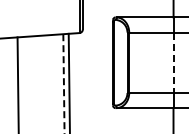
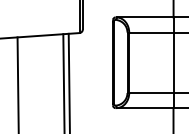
line at (173, 63): dashed -> solid
line at (63, 83): dashed -> solid
